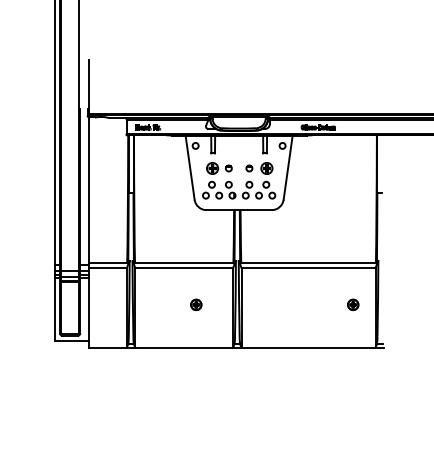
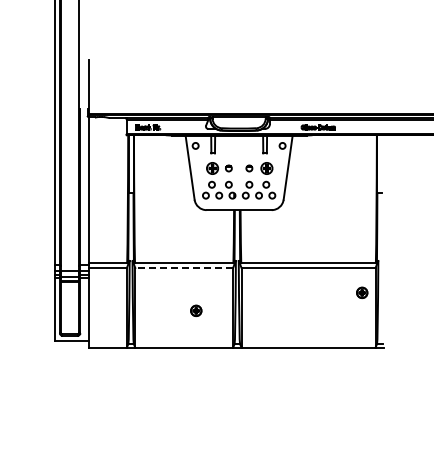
line at (184, 267): solid -> dashed
part at (196, 304) position: (196, 304) -> (196, 310)
part at (353, 304) position: (353, 304) -> (362, 292)
